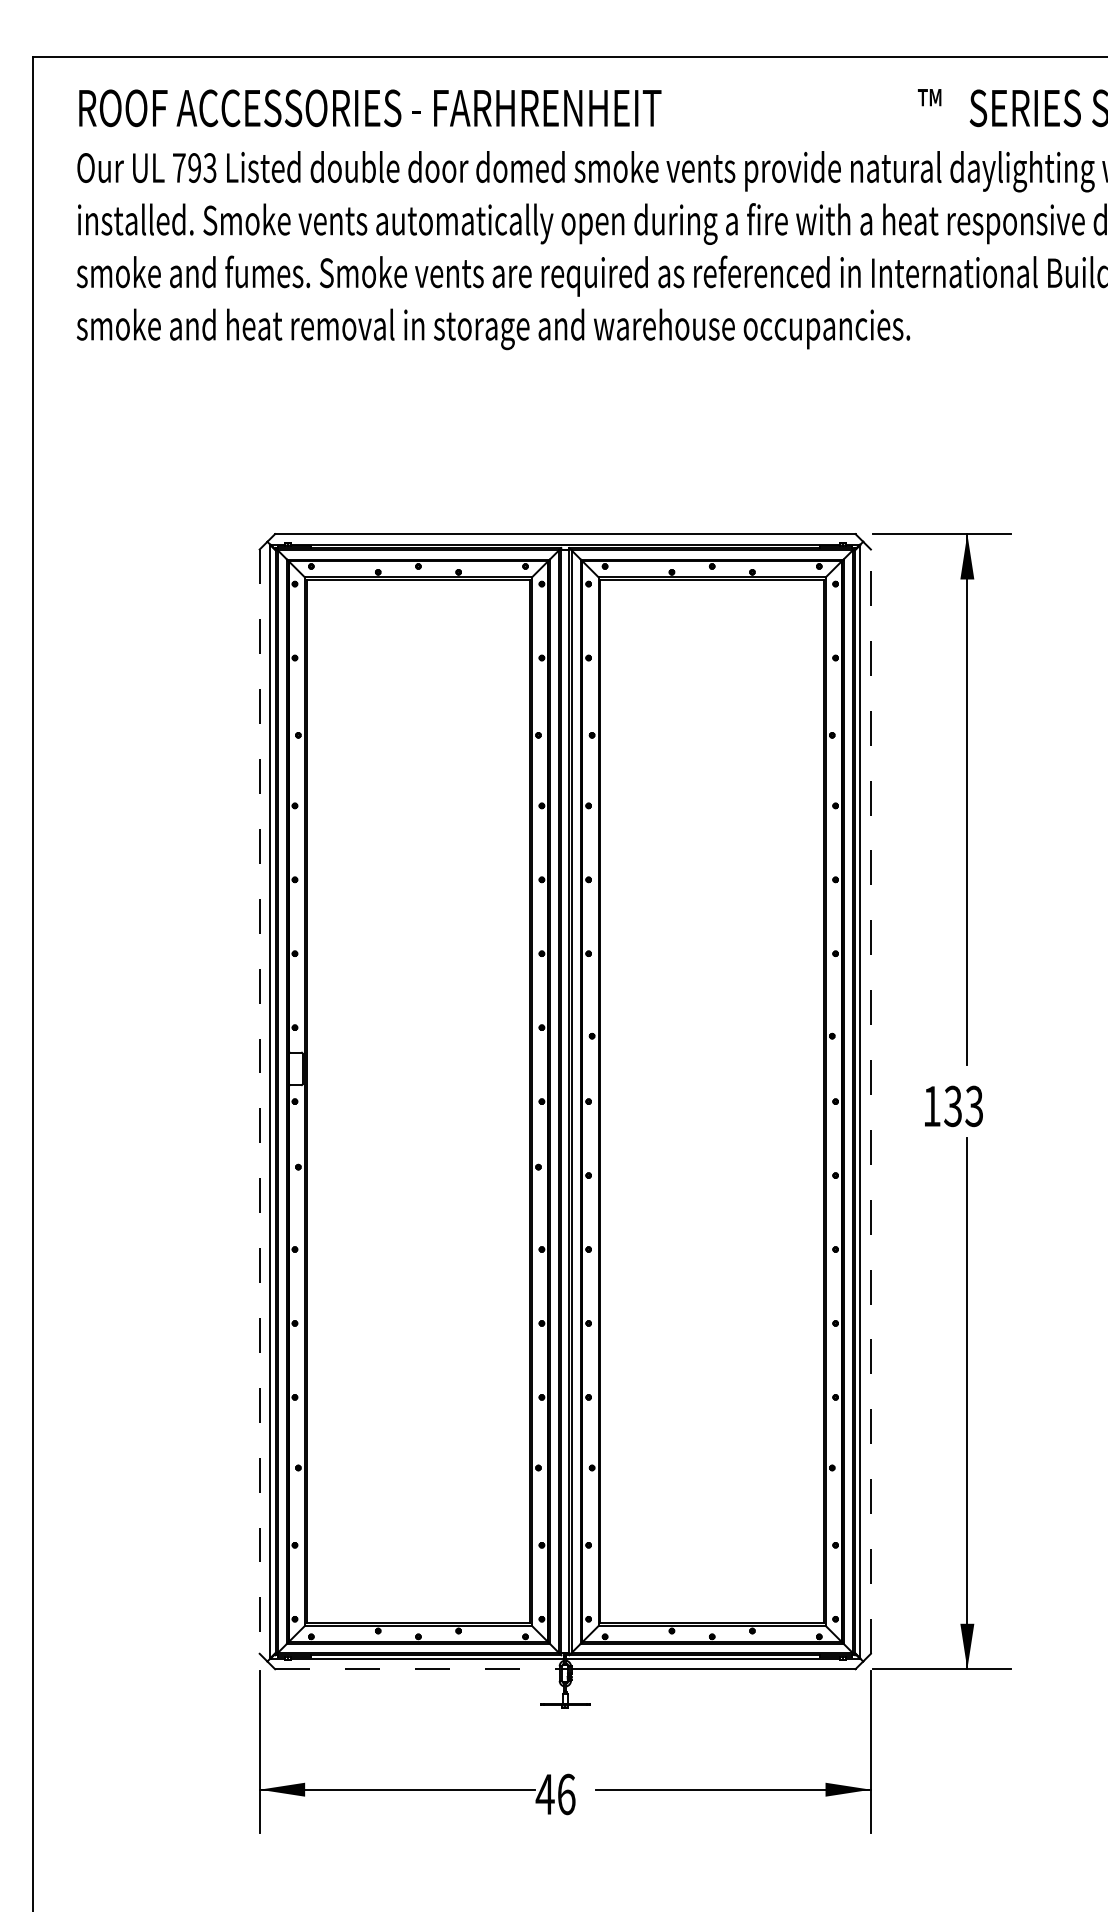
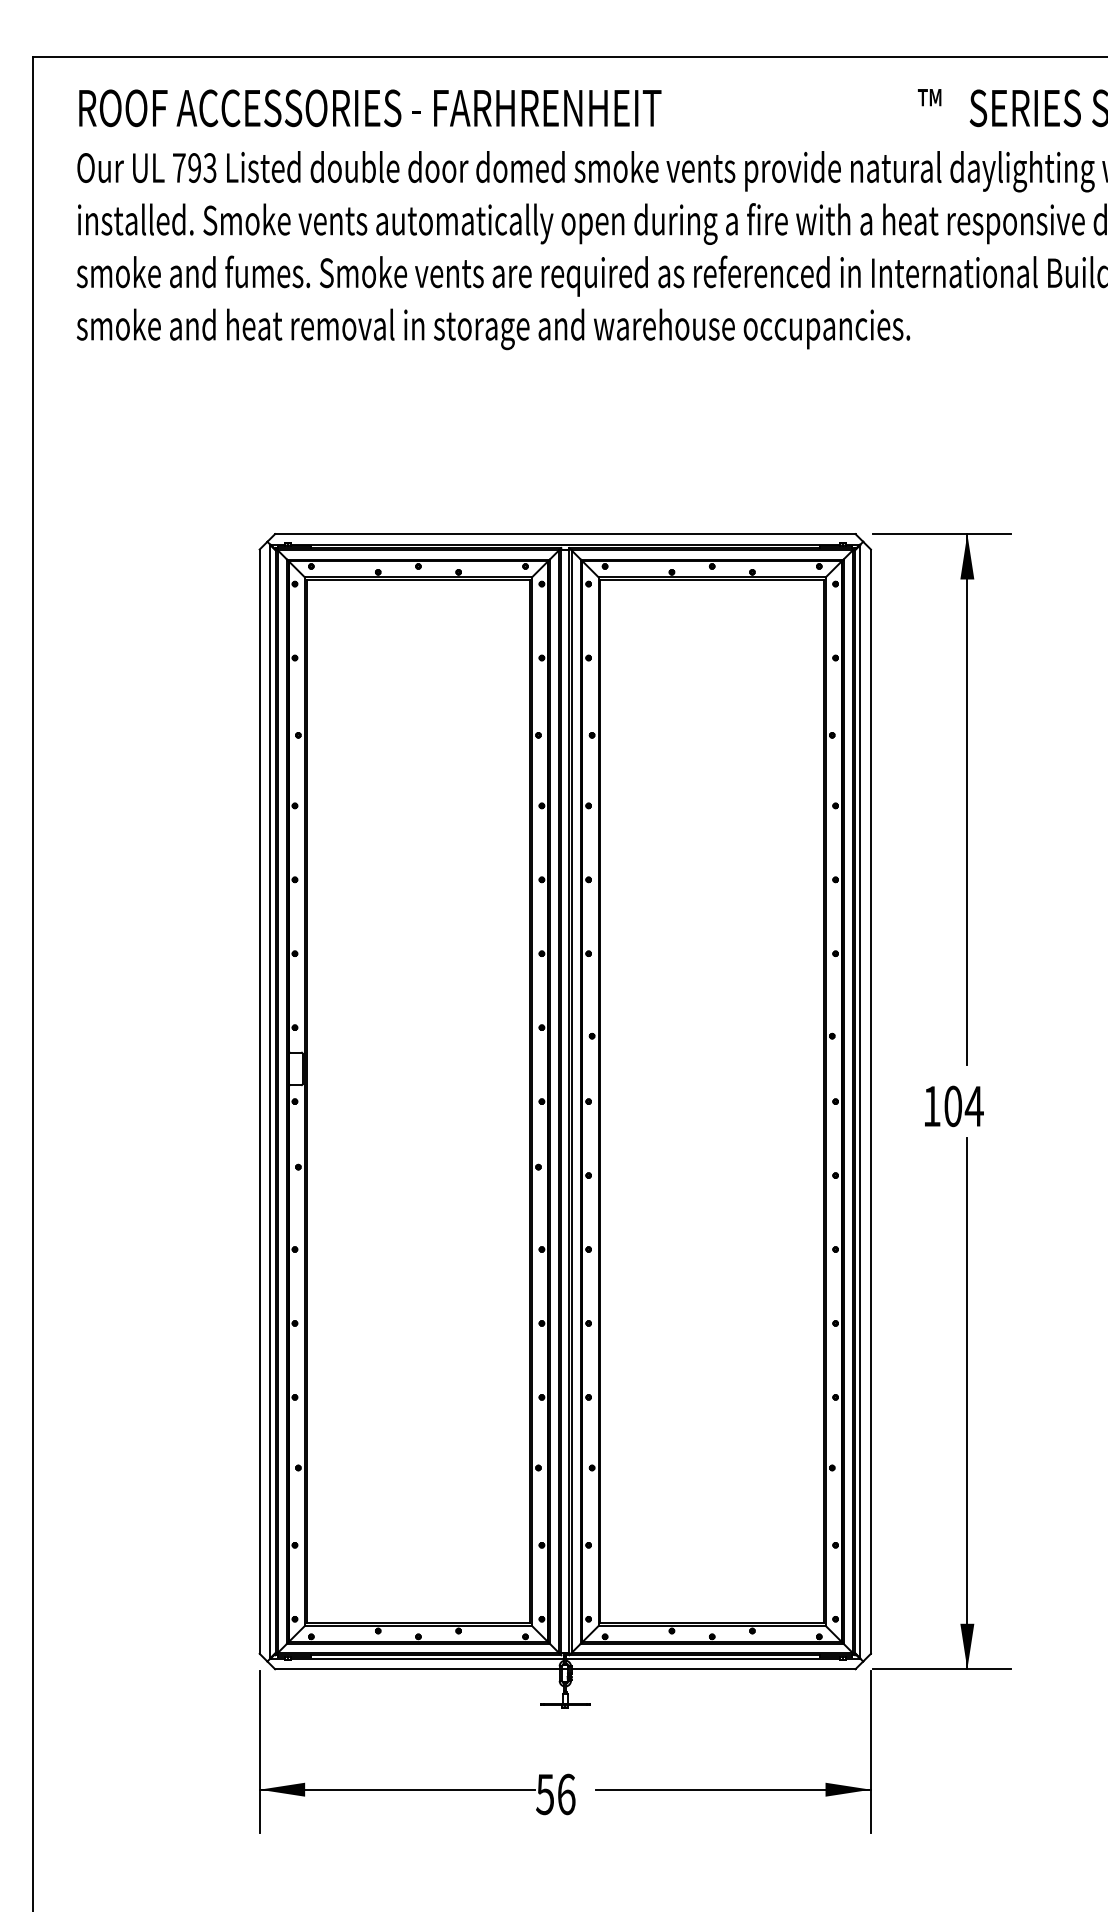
line at (870, 1101): dashed -> solid
line at (259, 1102): dashed -> solid
text at (963, 1106): 133 -> 104
line at (417, 1669): dashed -> solid
text at (544, 1794): 46 -> 56
